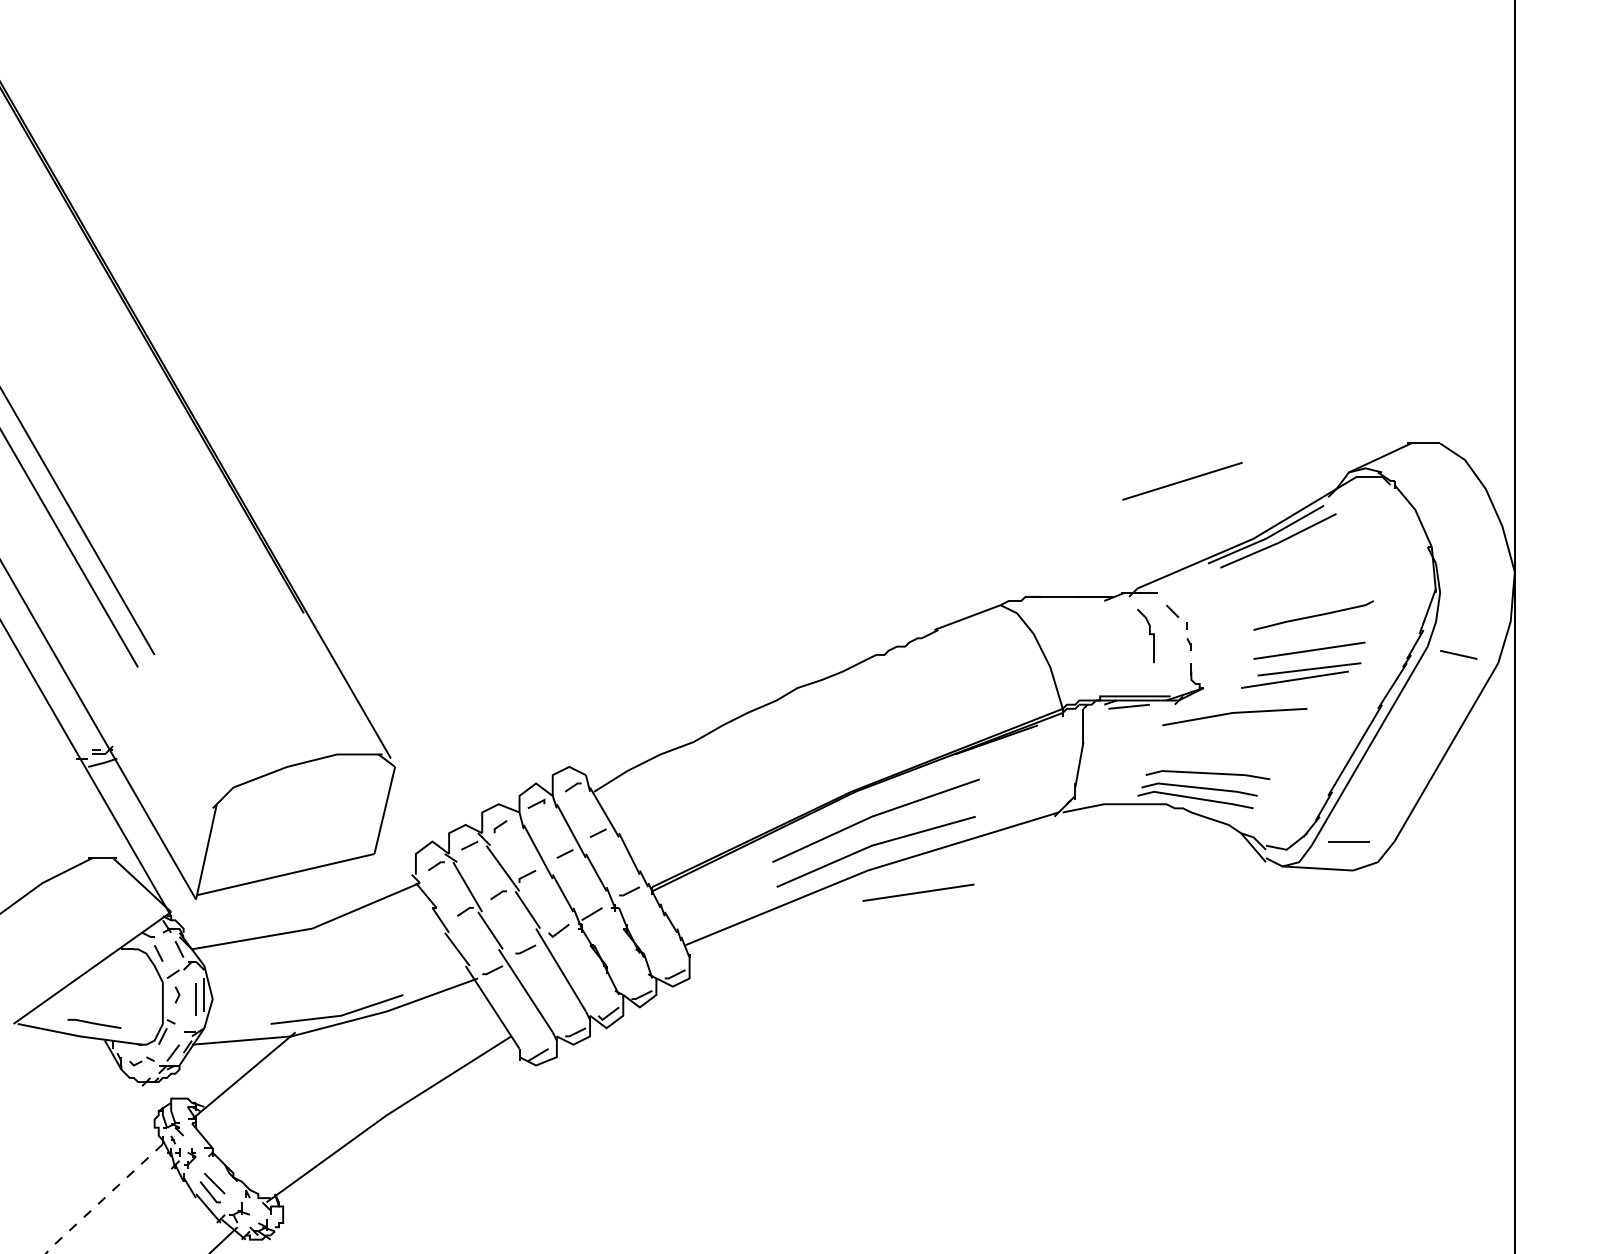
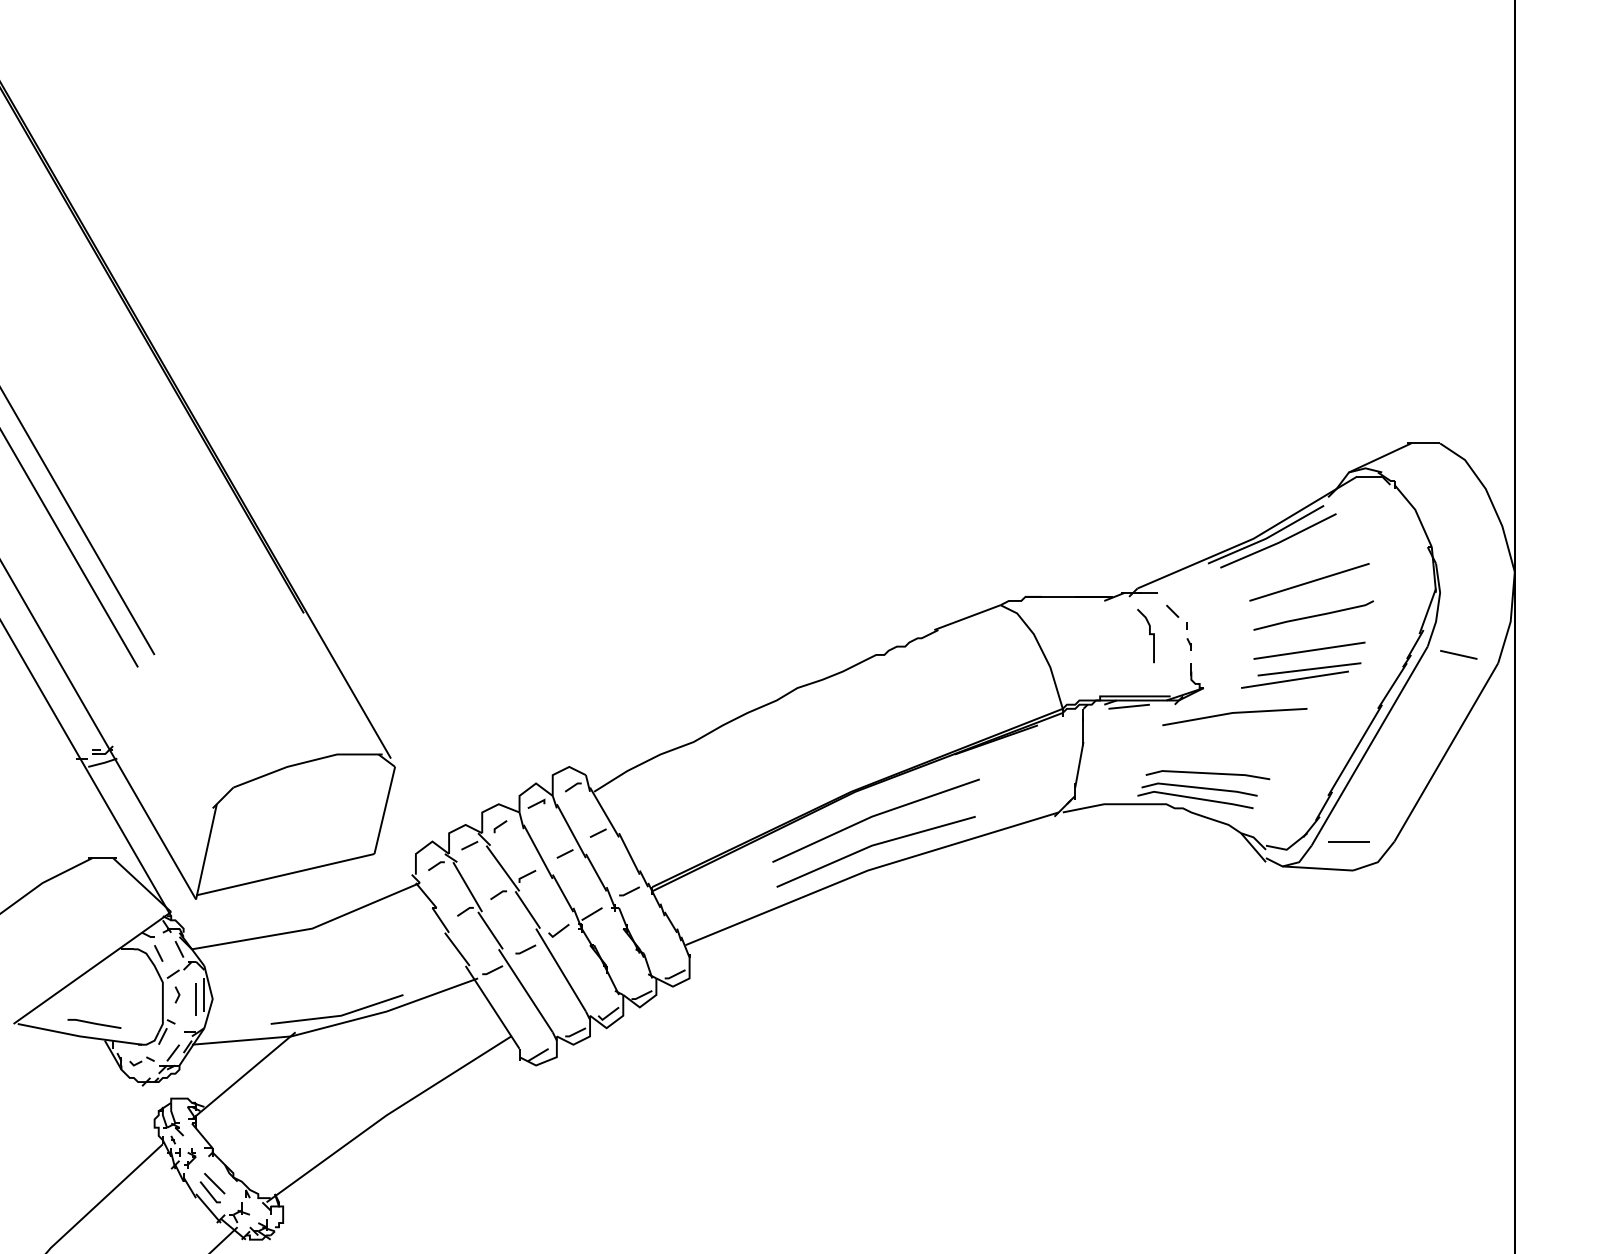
line at (1182, 481) position: (1182, 481) -> (1309, 582)
line at (918, 892): present -> none
line at (103, 1199): dashed -> solid
